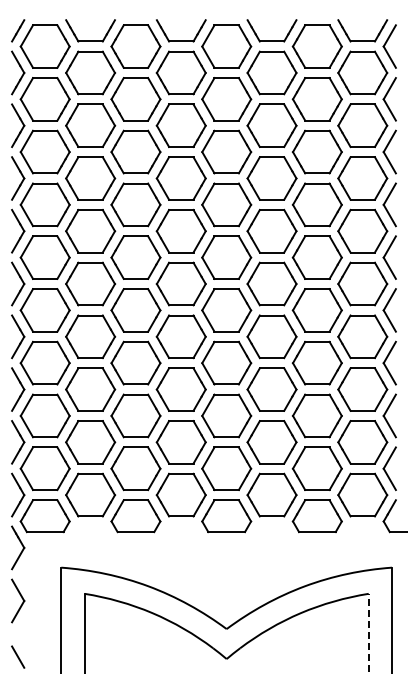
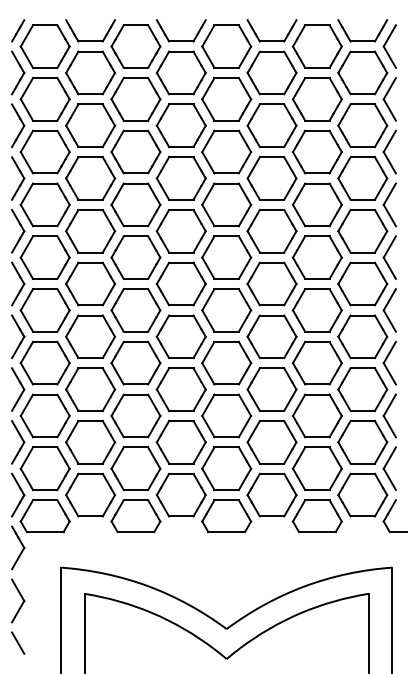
line at (368, 633): dashed -> solid
line at (18, 656) position: (18, 656) -> (18, 642)
